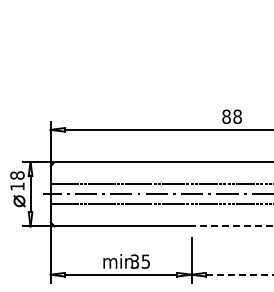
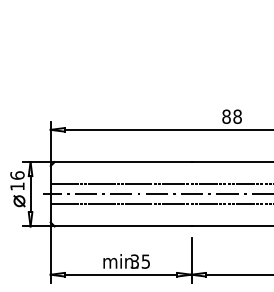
text at (17, 175): 18 -> 16
line at (232, 226): dashed -> solid
line at (239, 274): dashed -> solid
